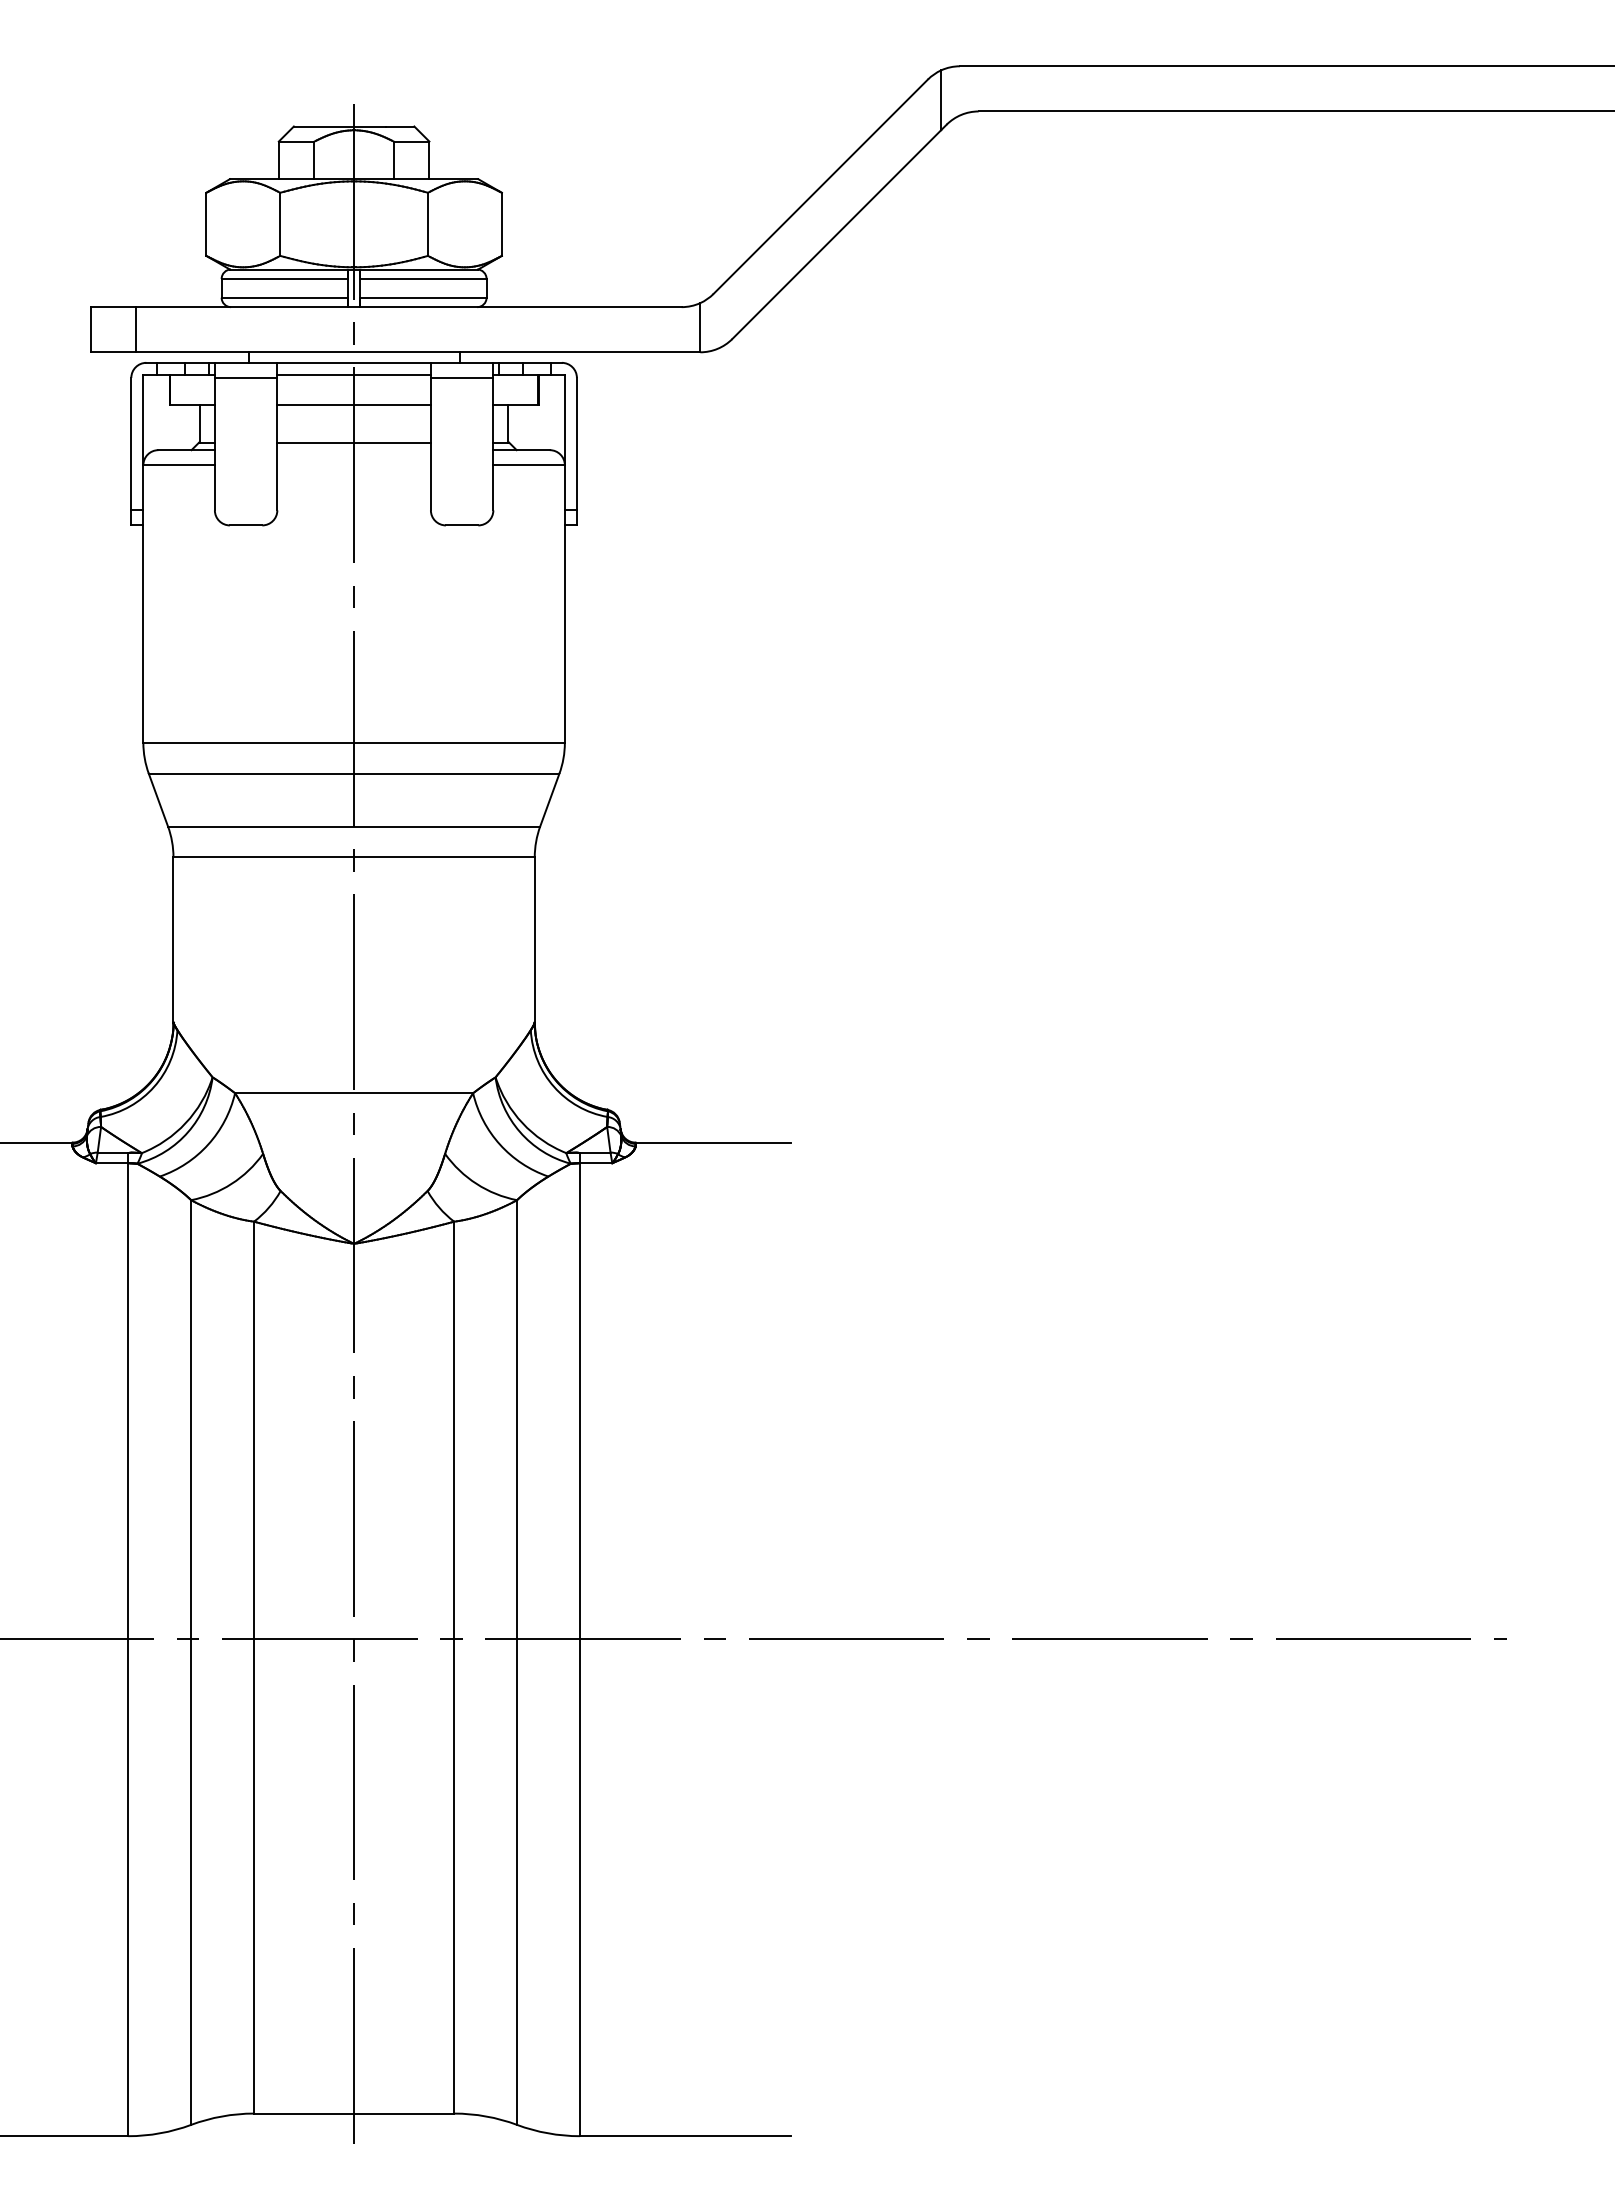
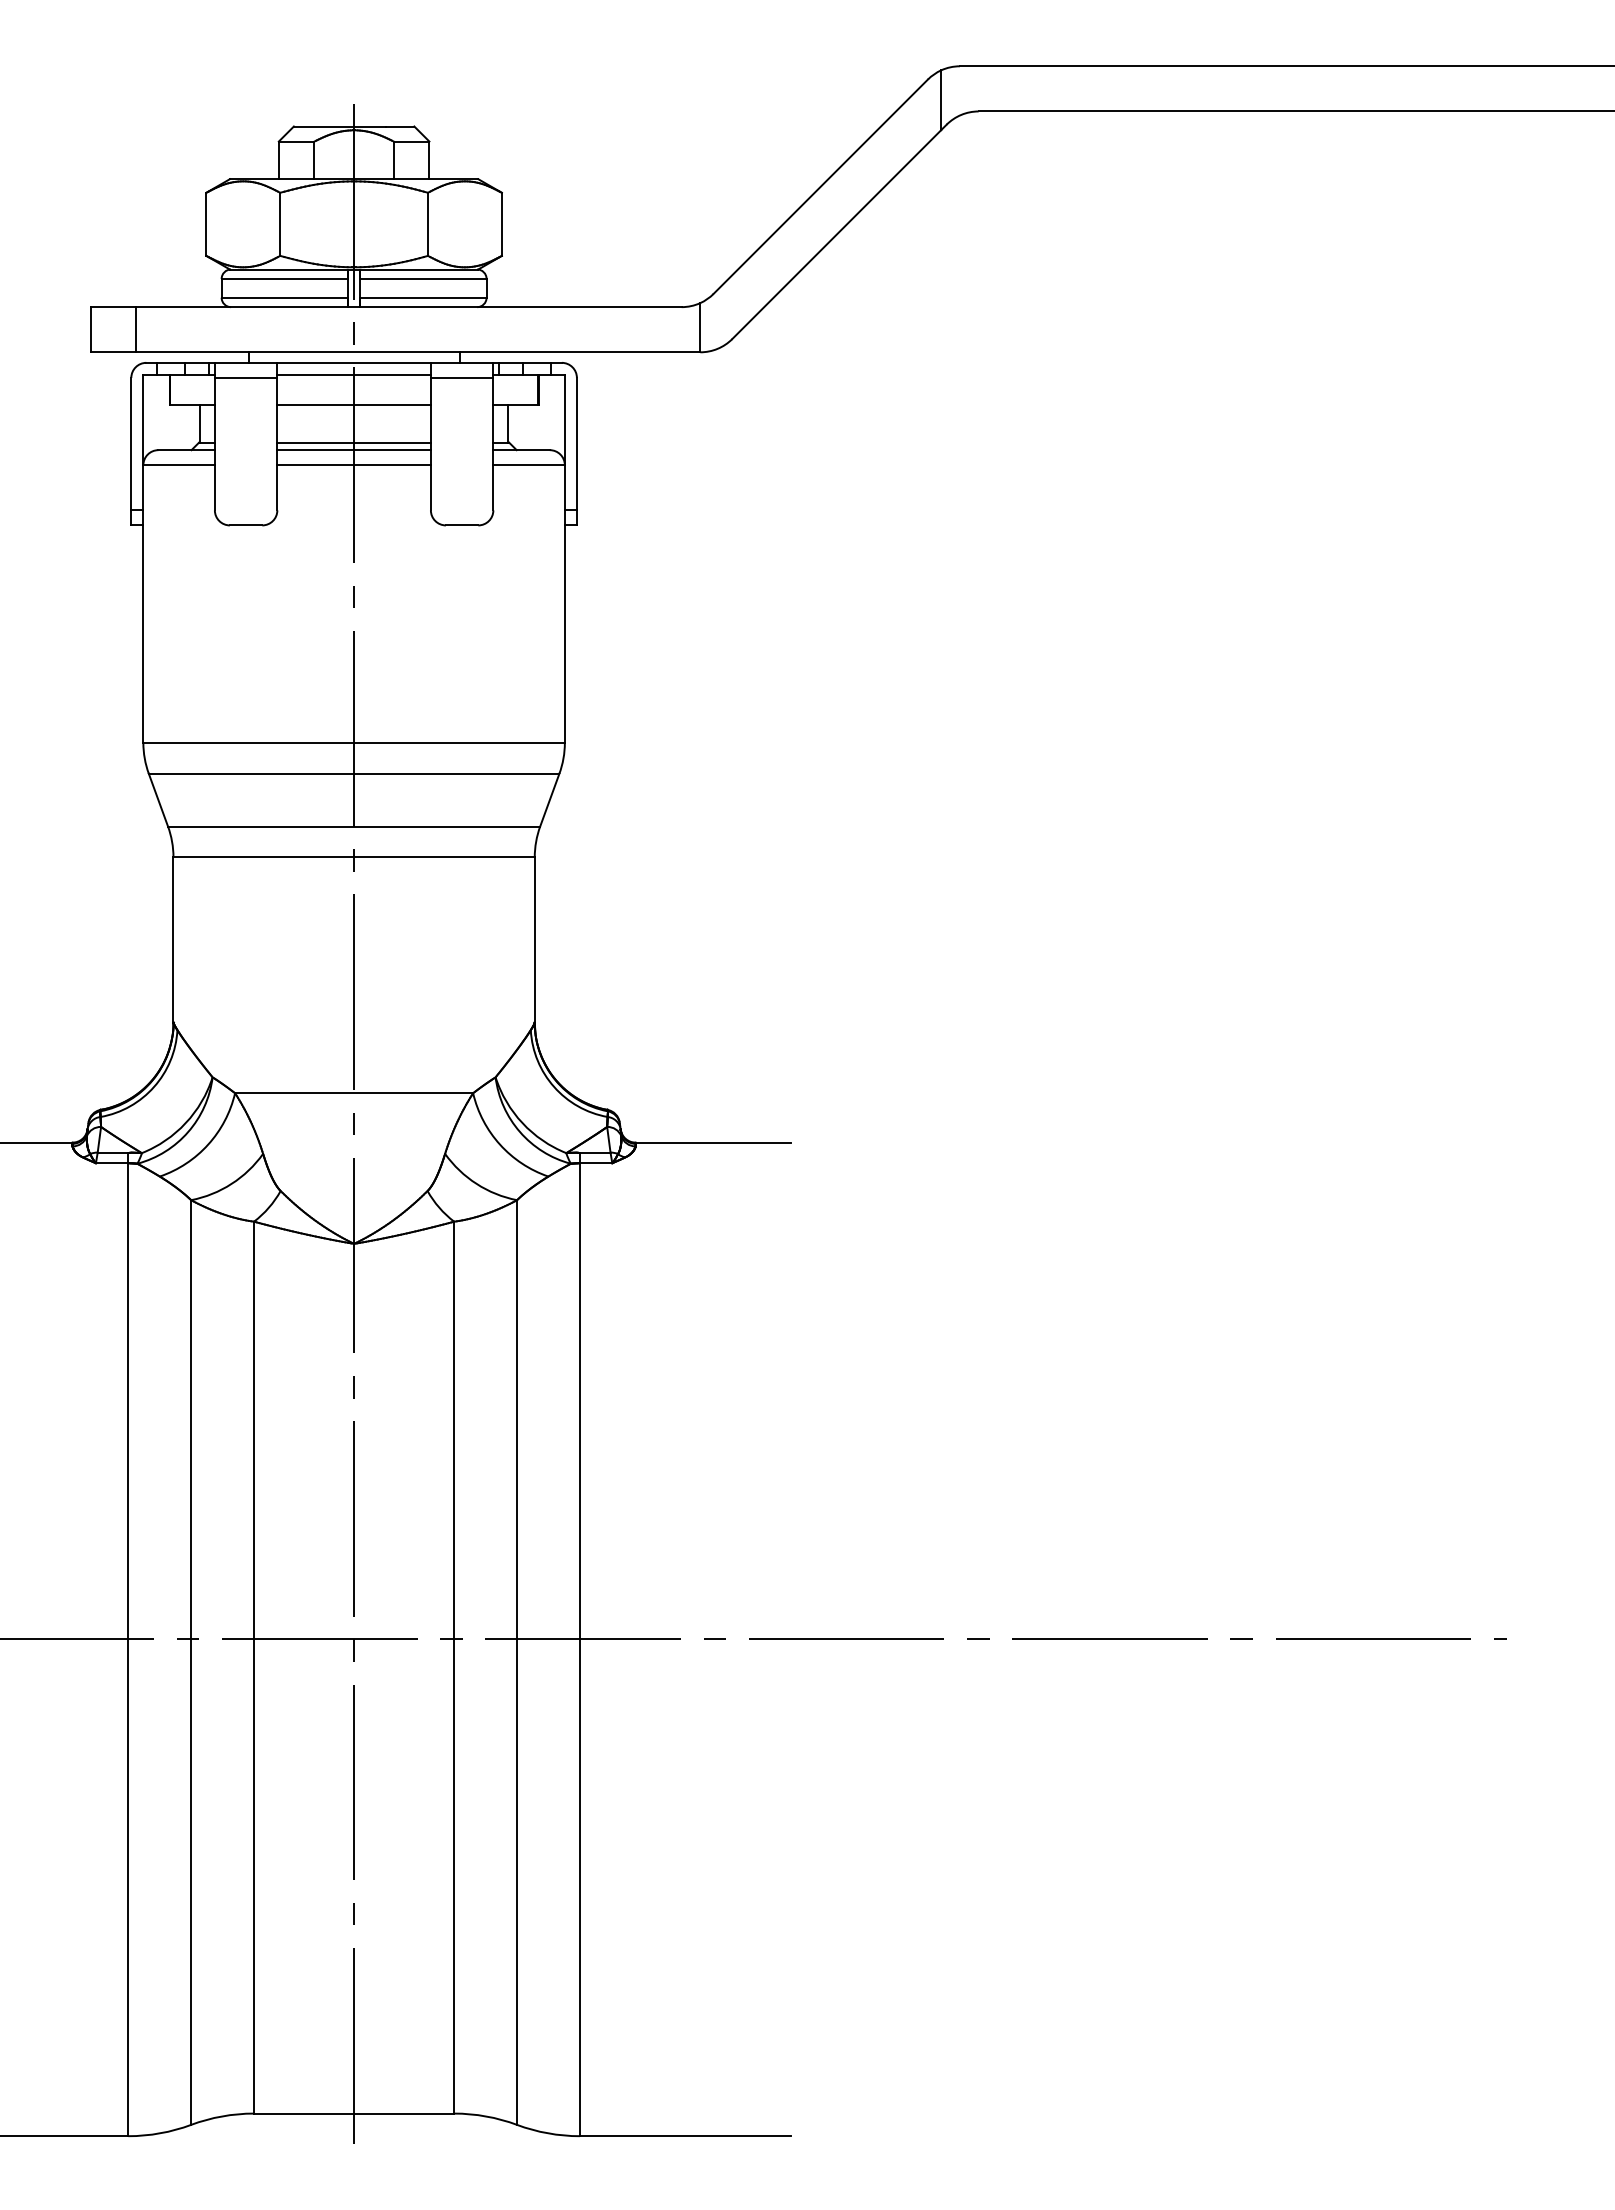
line at (353, 450): none -> present
line at (353, 465): none -> present
